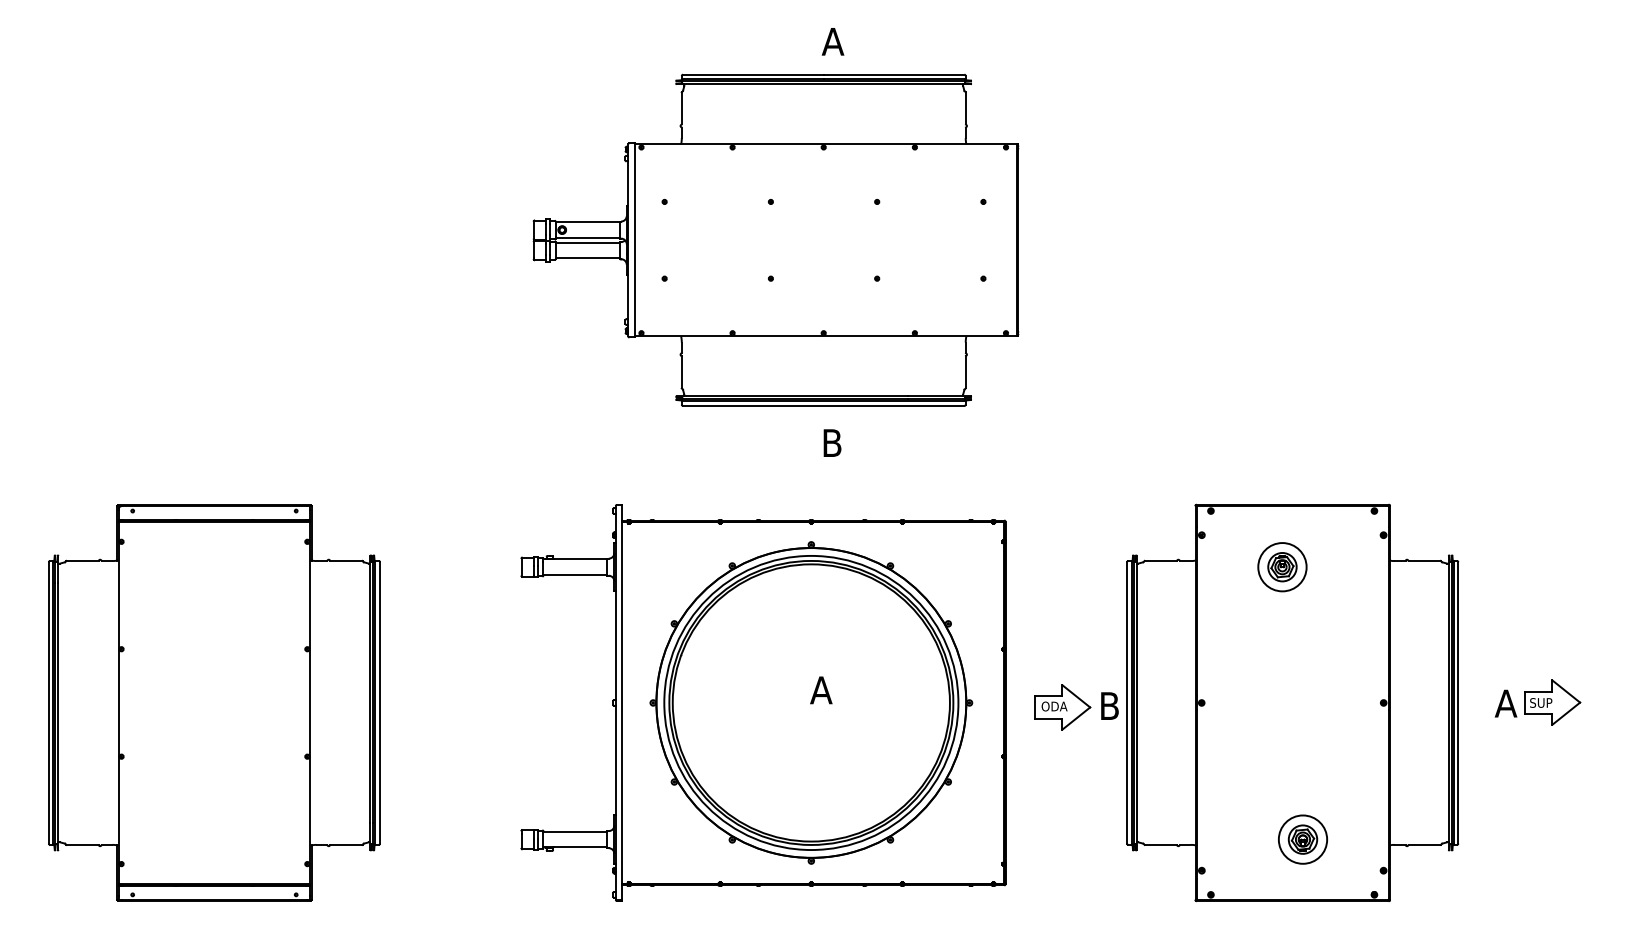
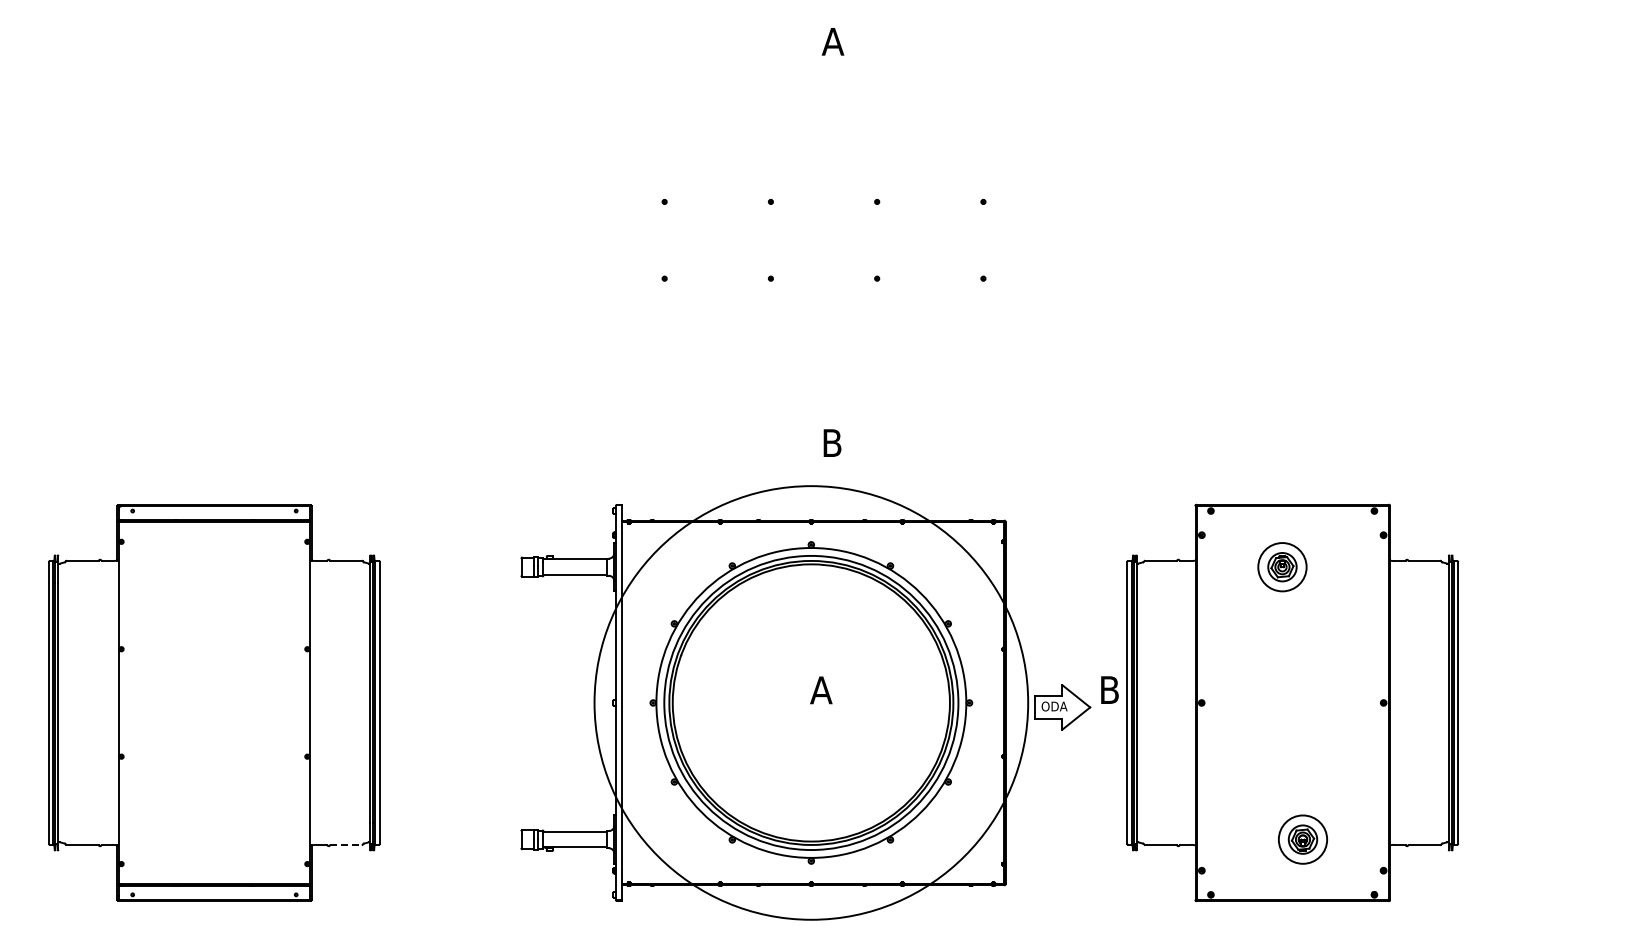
part at (775, 239): present -> none
circle at (811, 702) diameter: 310 px -> 434 px
part at (1537, 702): present -> none
text at (1109, 705) position: (1109, 705) -> (1109, 689)
line at (346, 844): solid -> dashed
